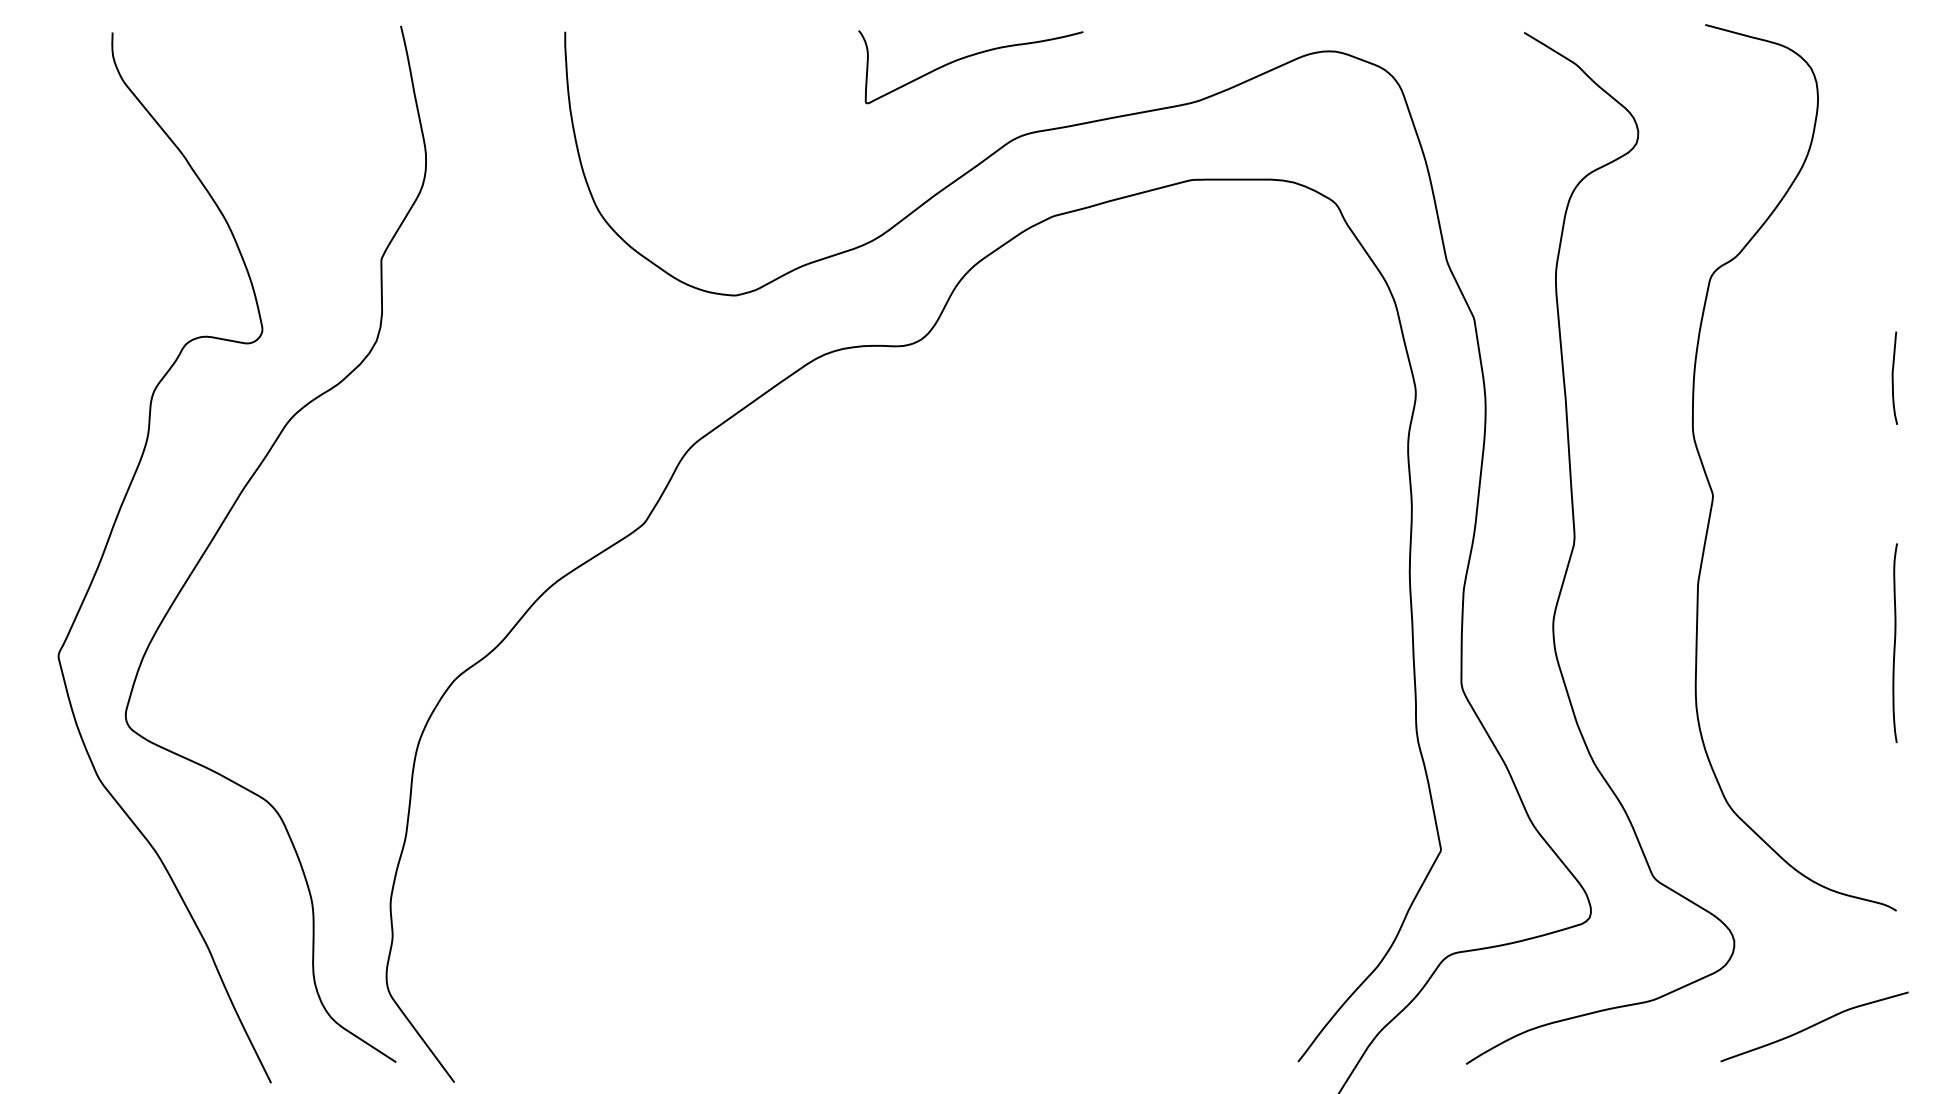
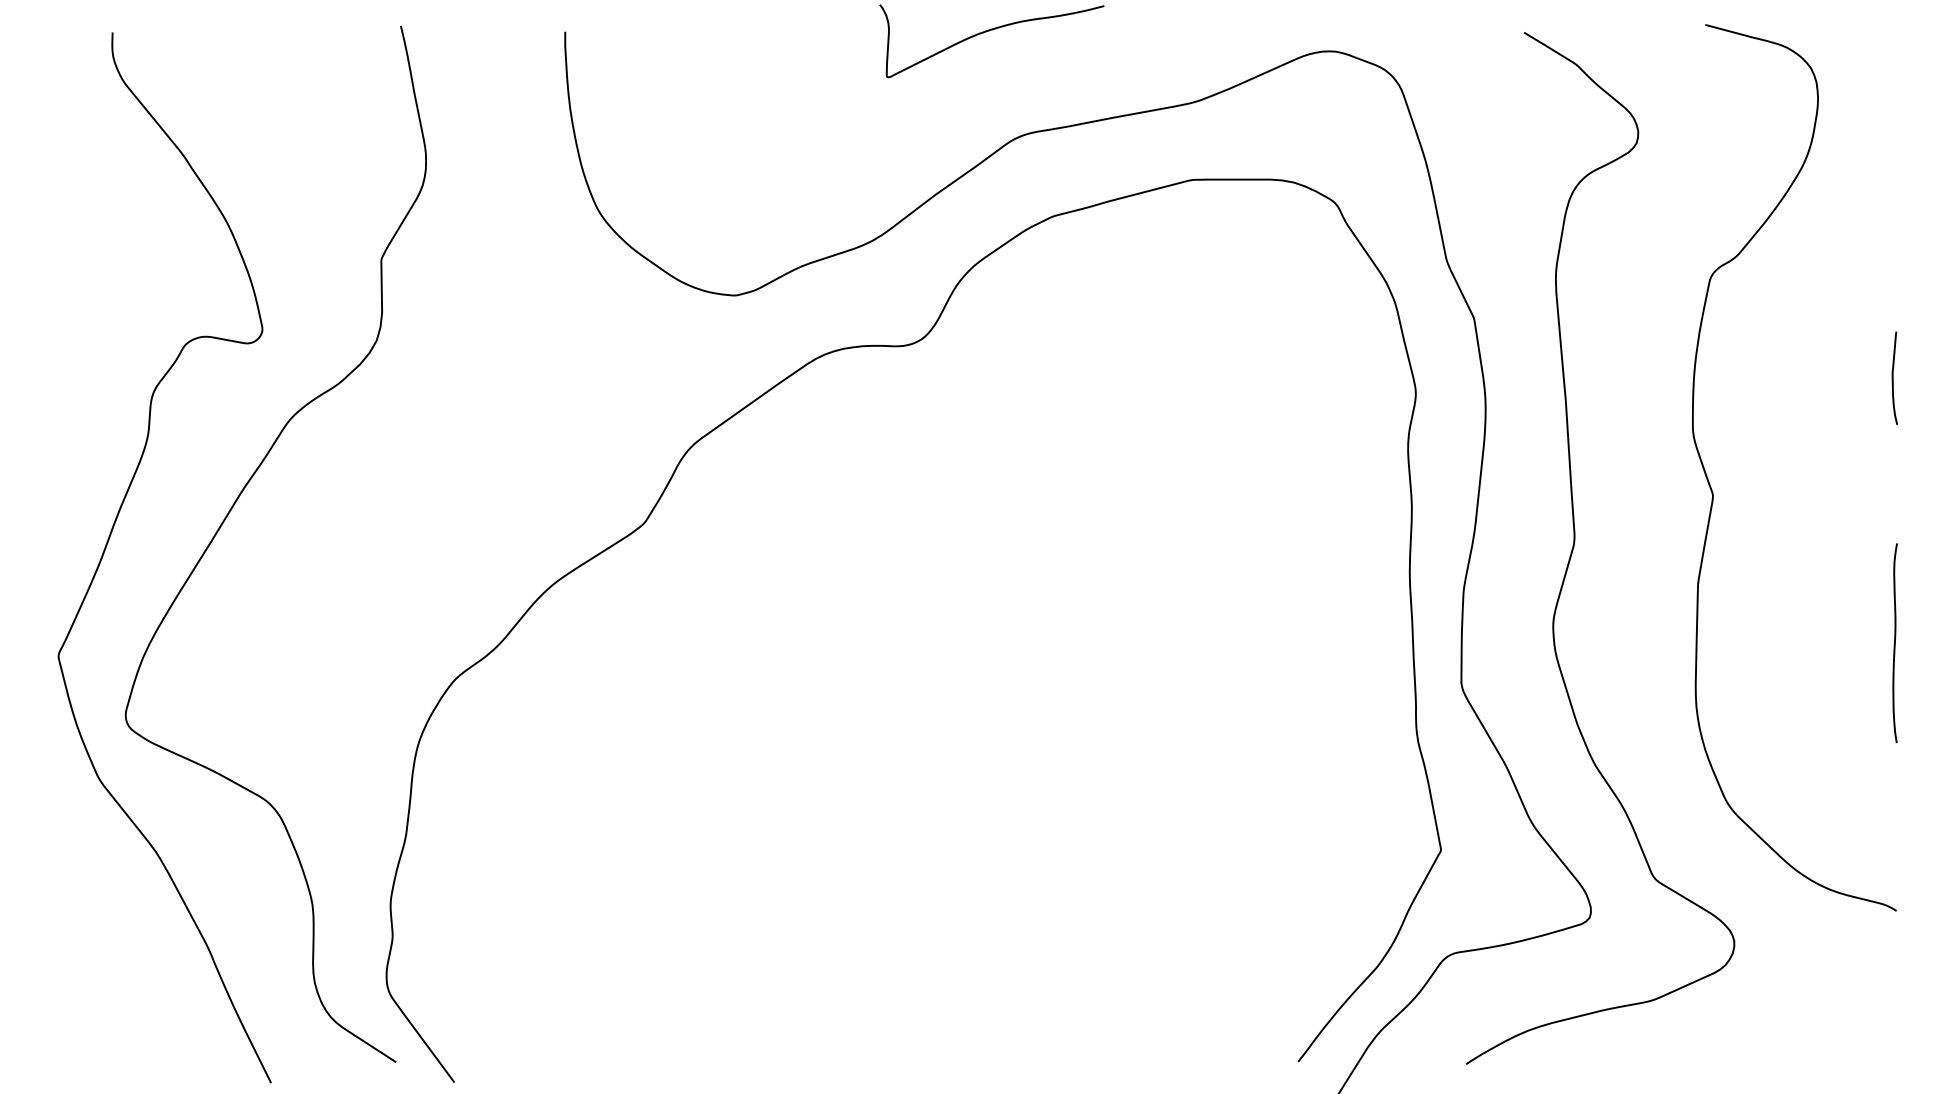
curve at (968, 57) position: (968, 57) -> (989, 31)
curve at (1814, 1026): present -> none
